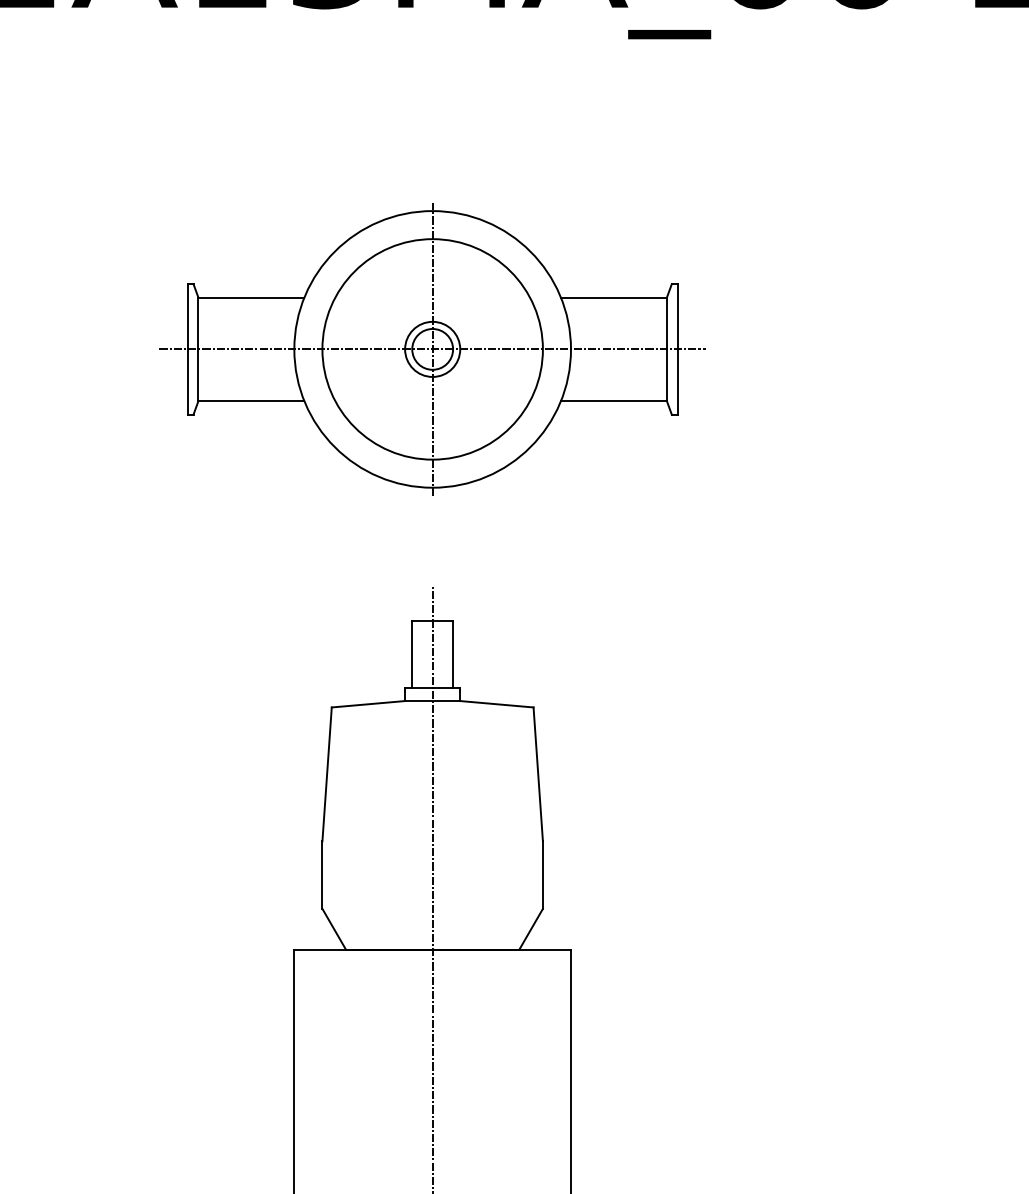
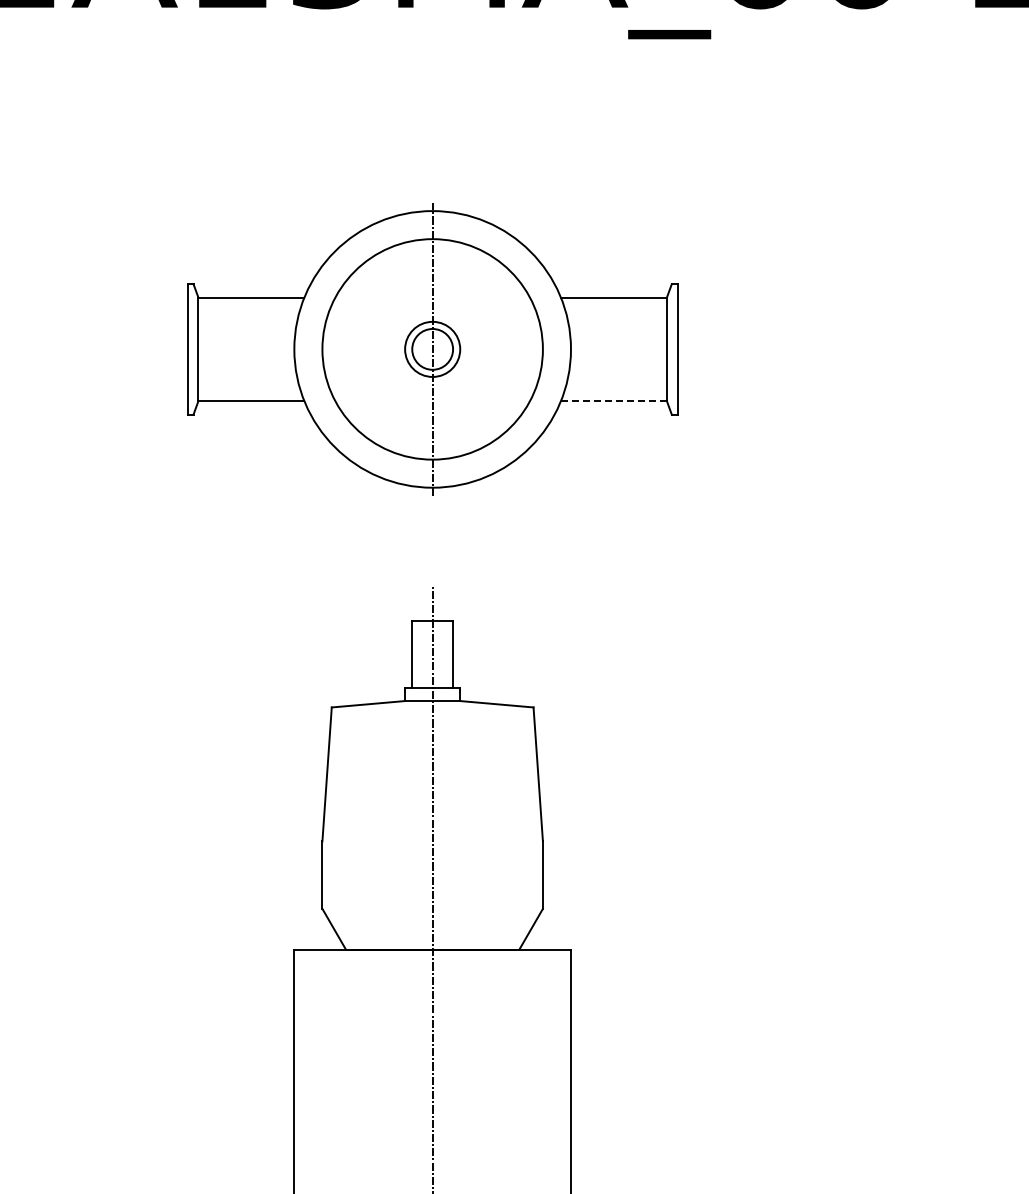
line at (432, 349): present -> none
line at (613, 401): solid -> dashed
